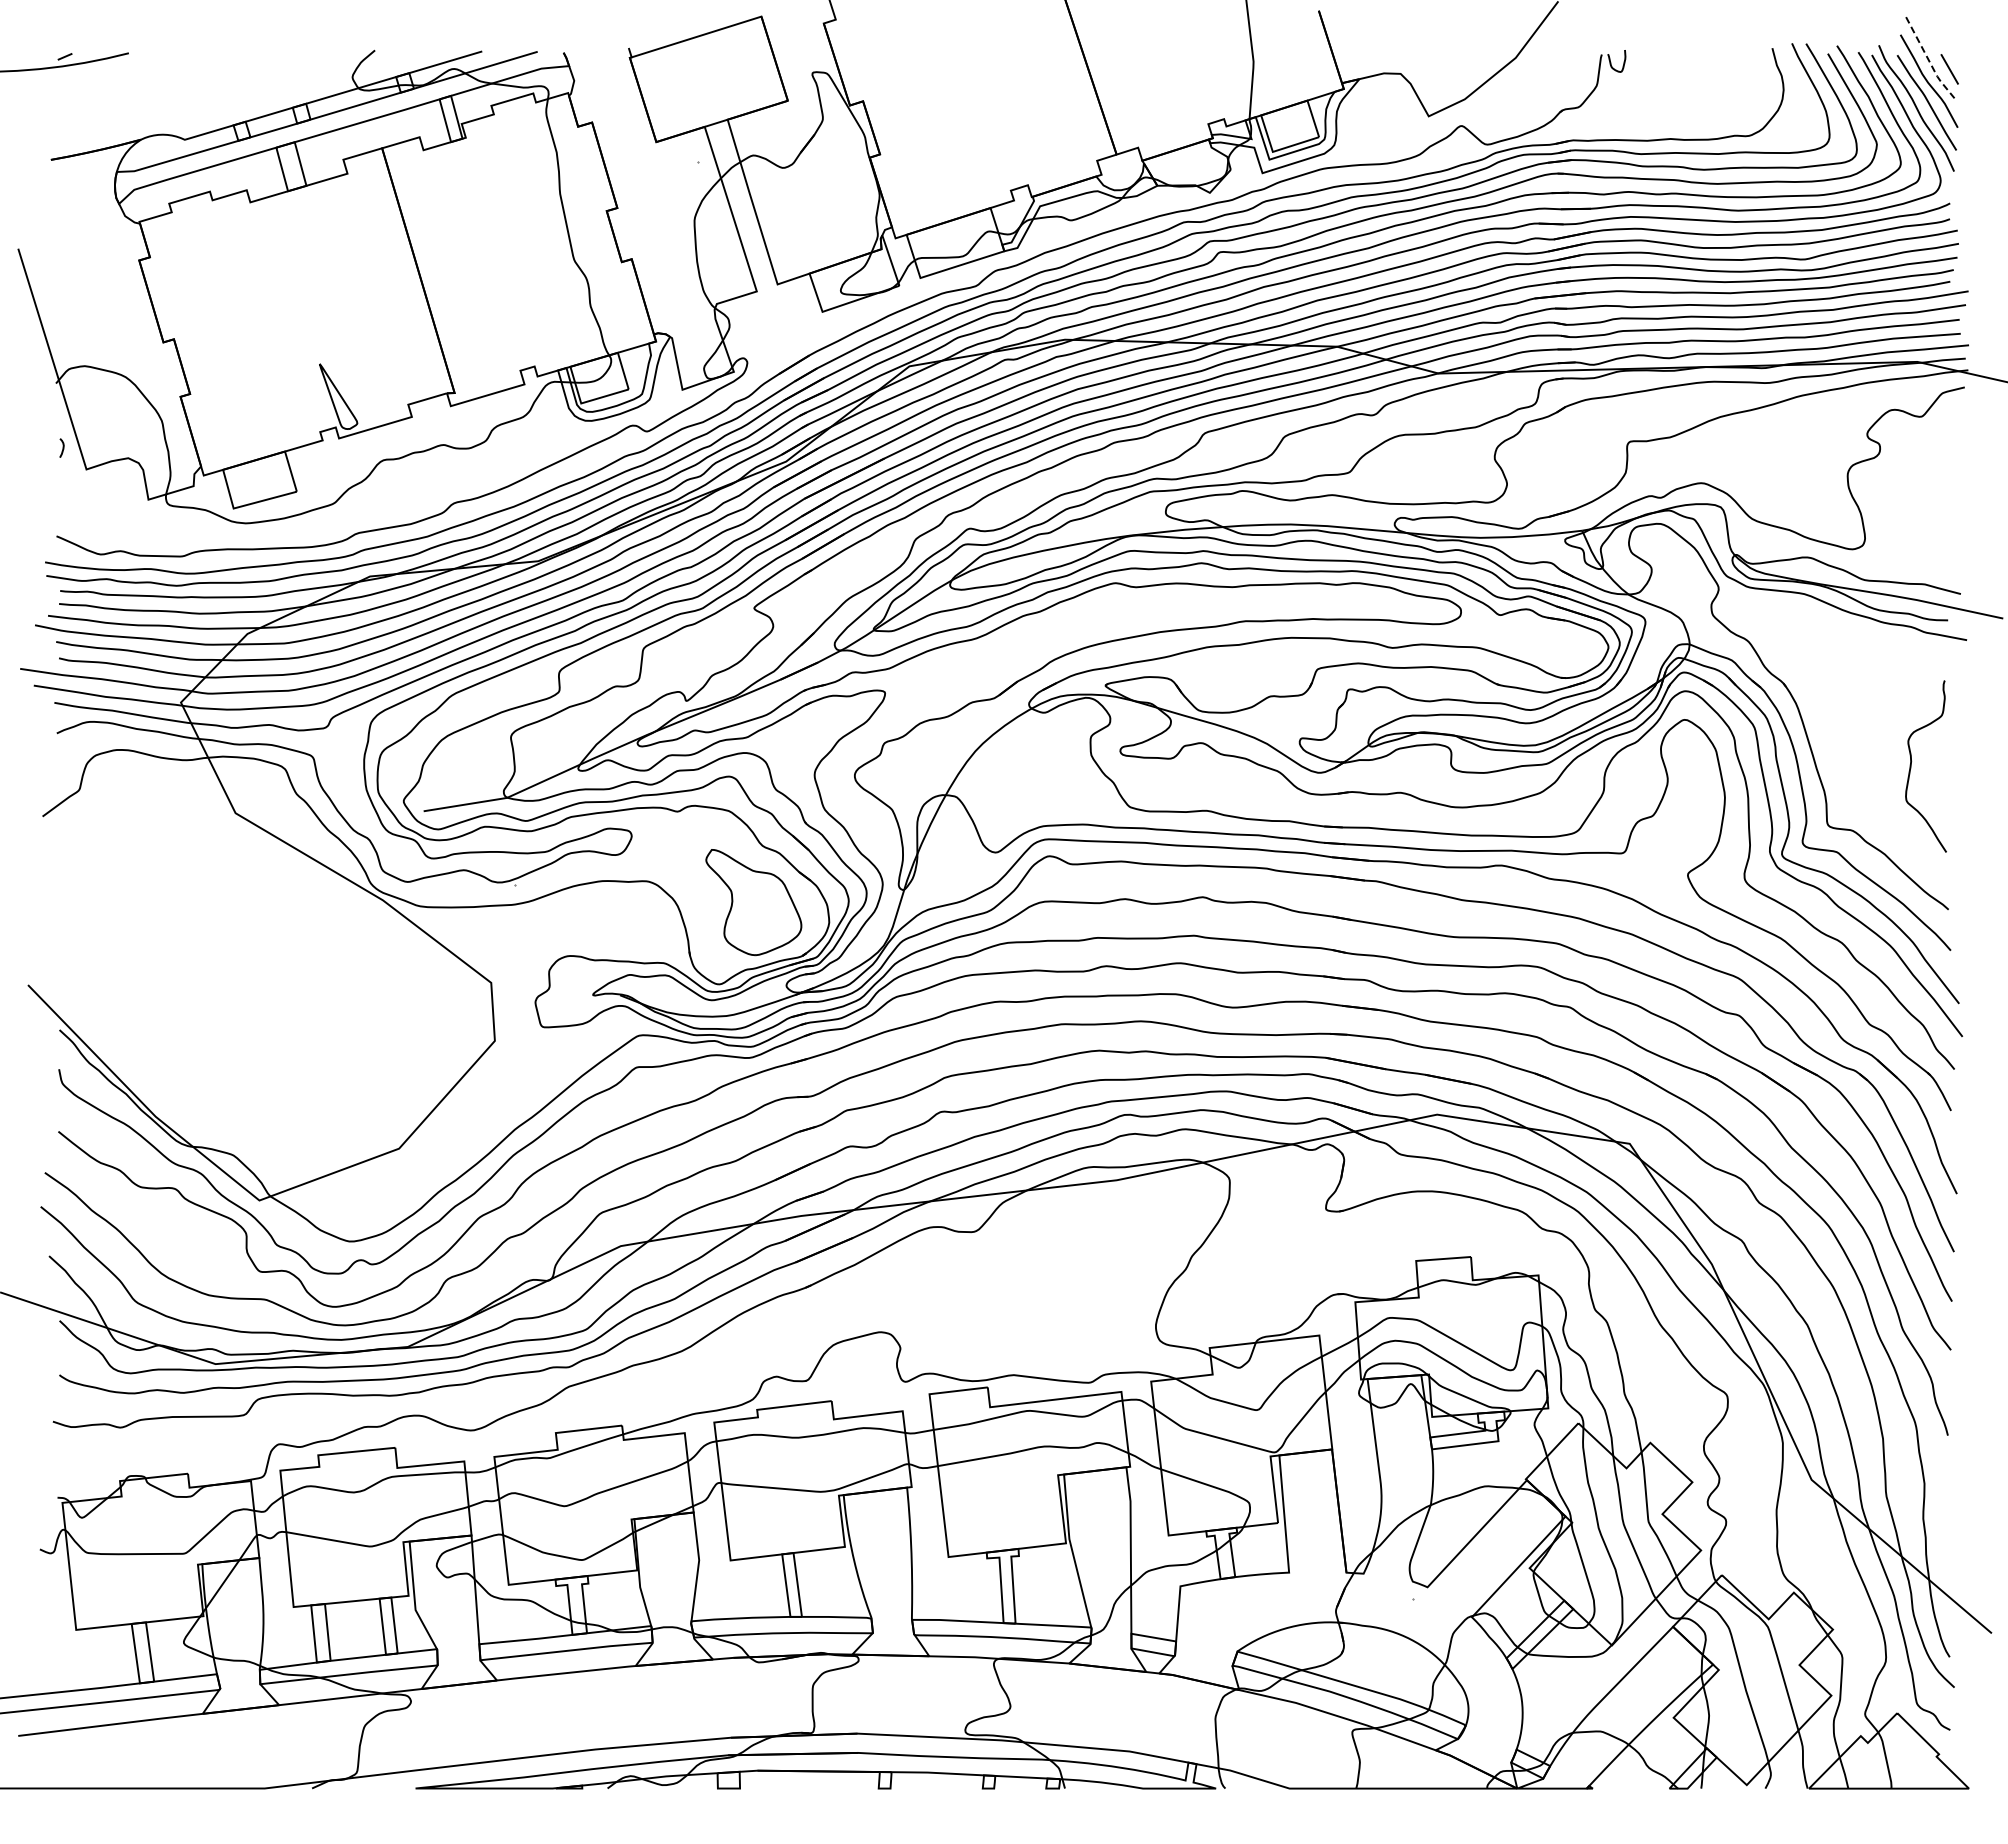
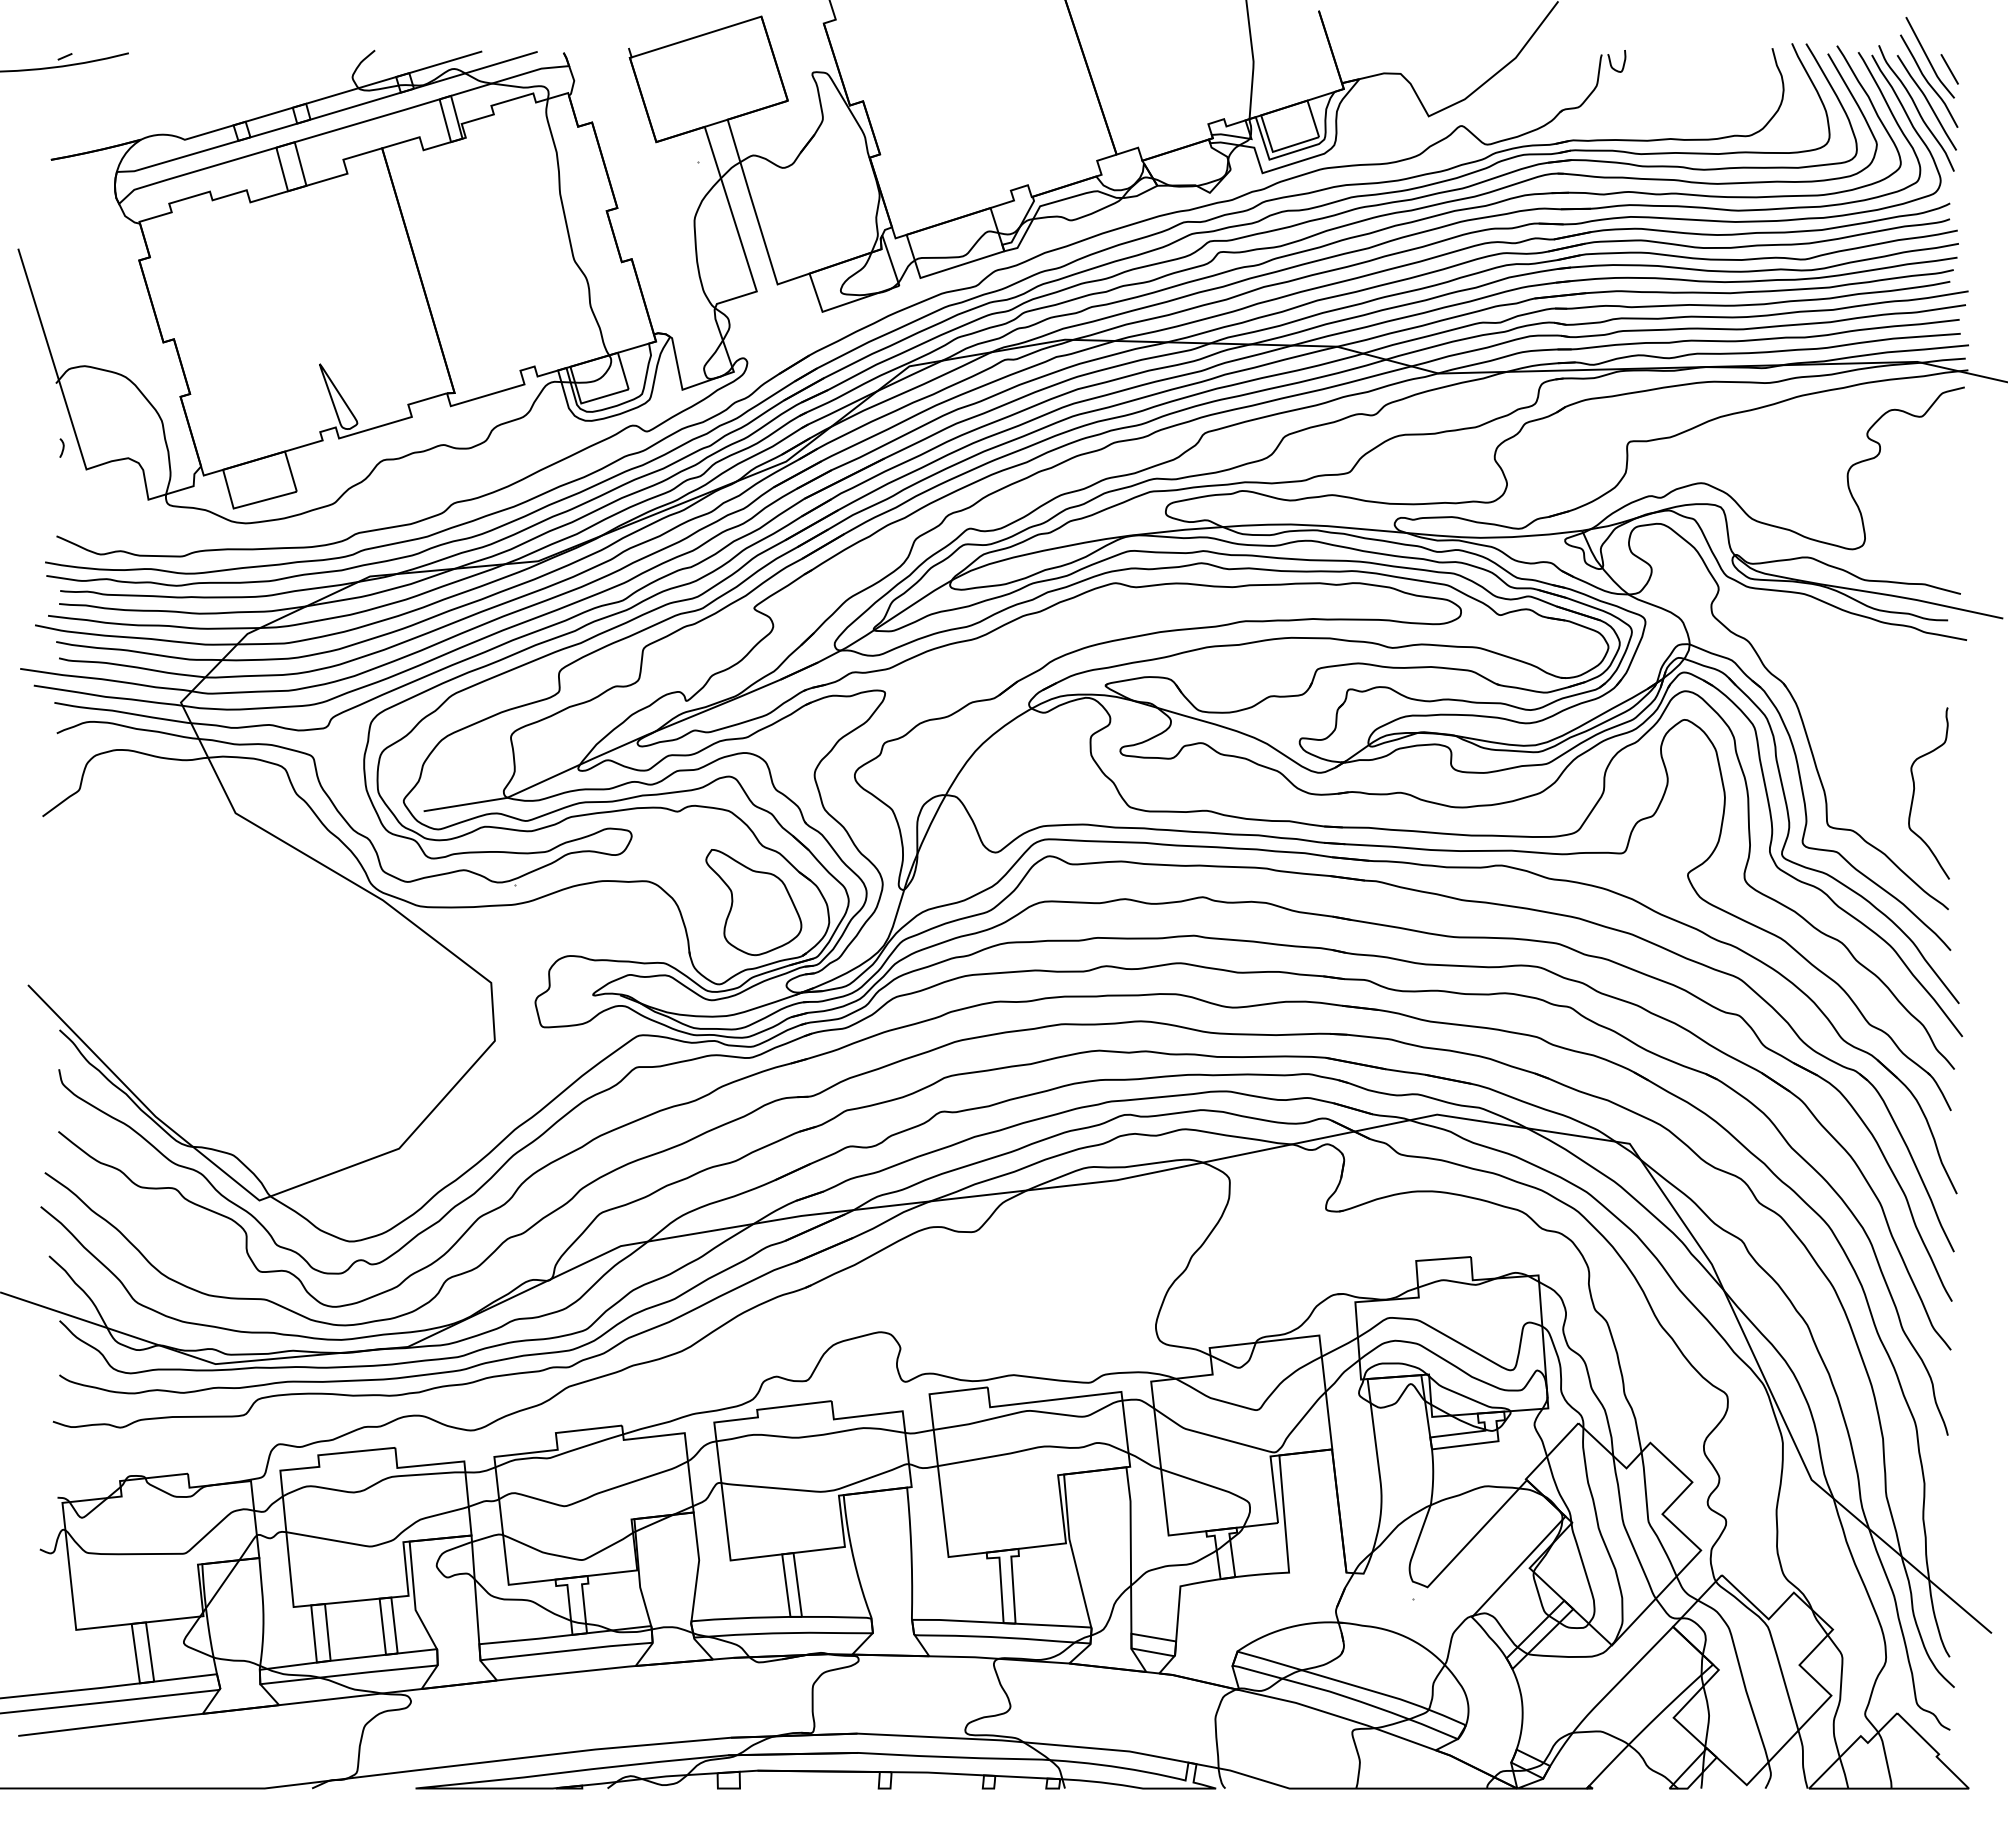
line at (1929, 60): dashed -> solid
curve at (1912, 761) position: (1912, 761) -> (1915, 788)
